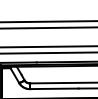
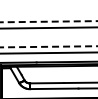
line at (49, 21): solid -> dashed
line at (48, 46): solid -> dashed
